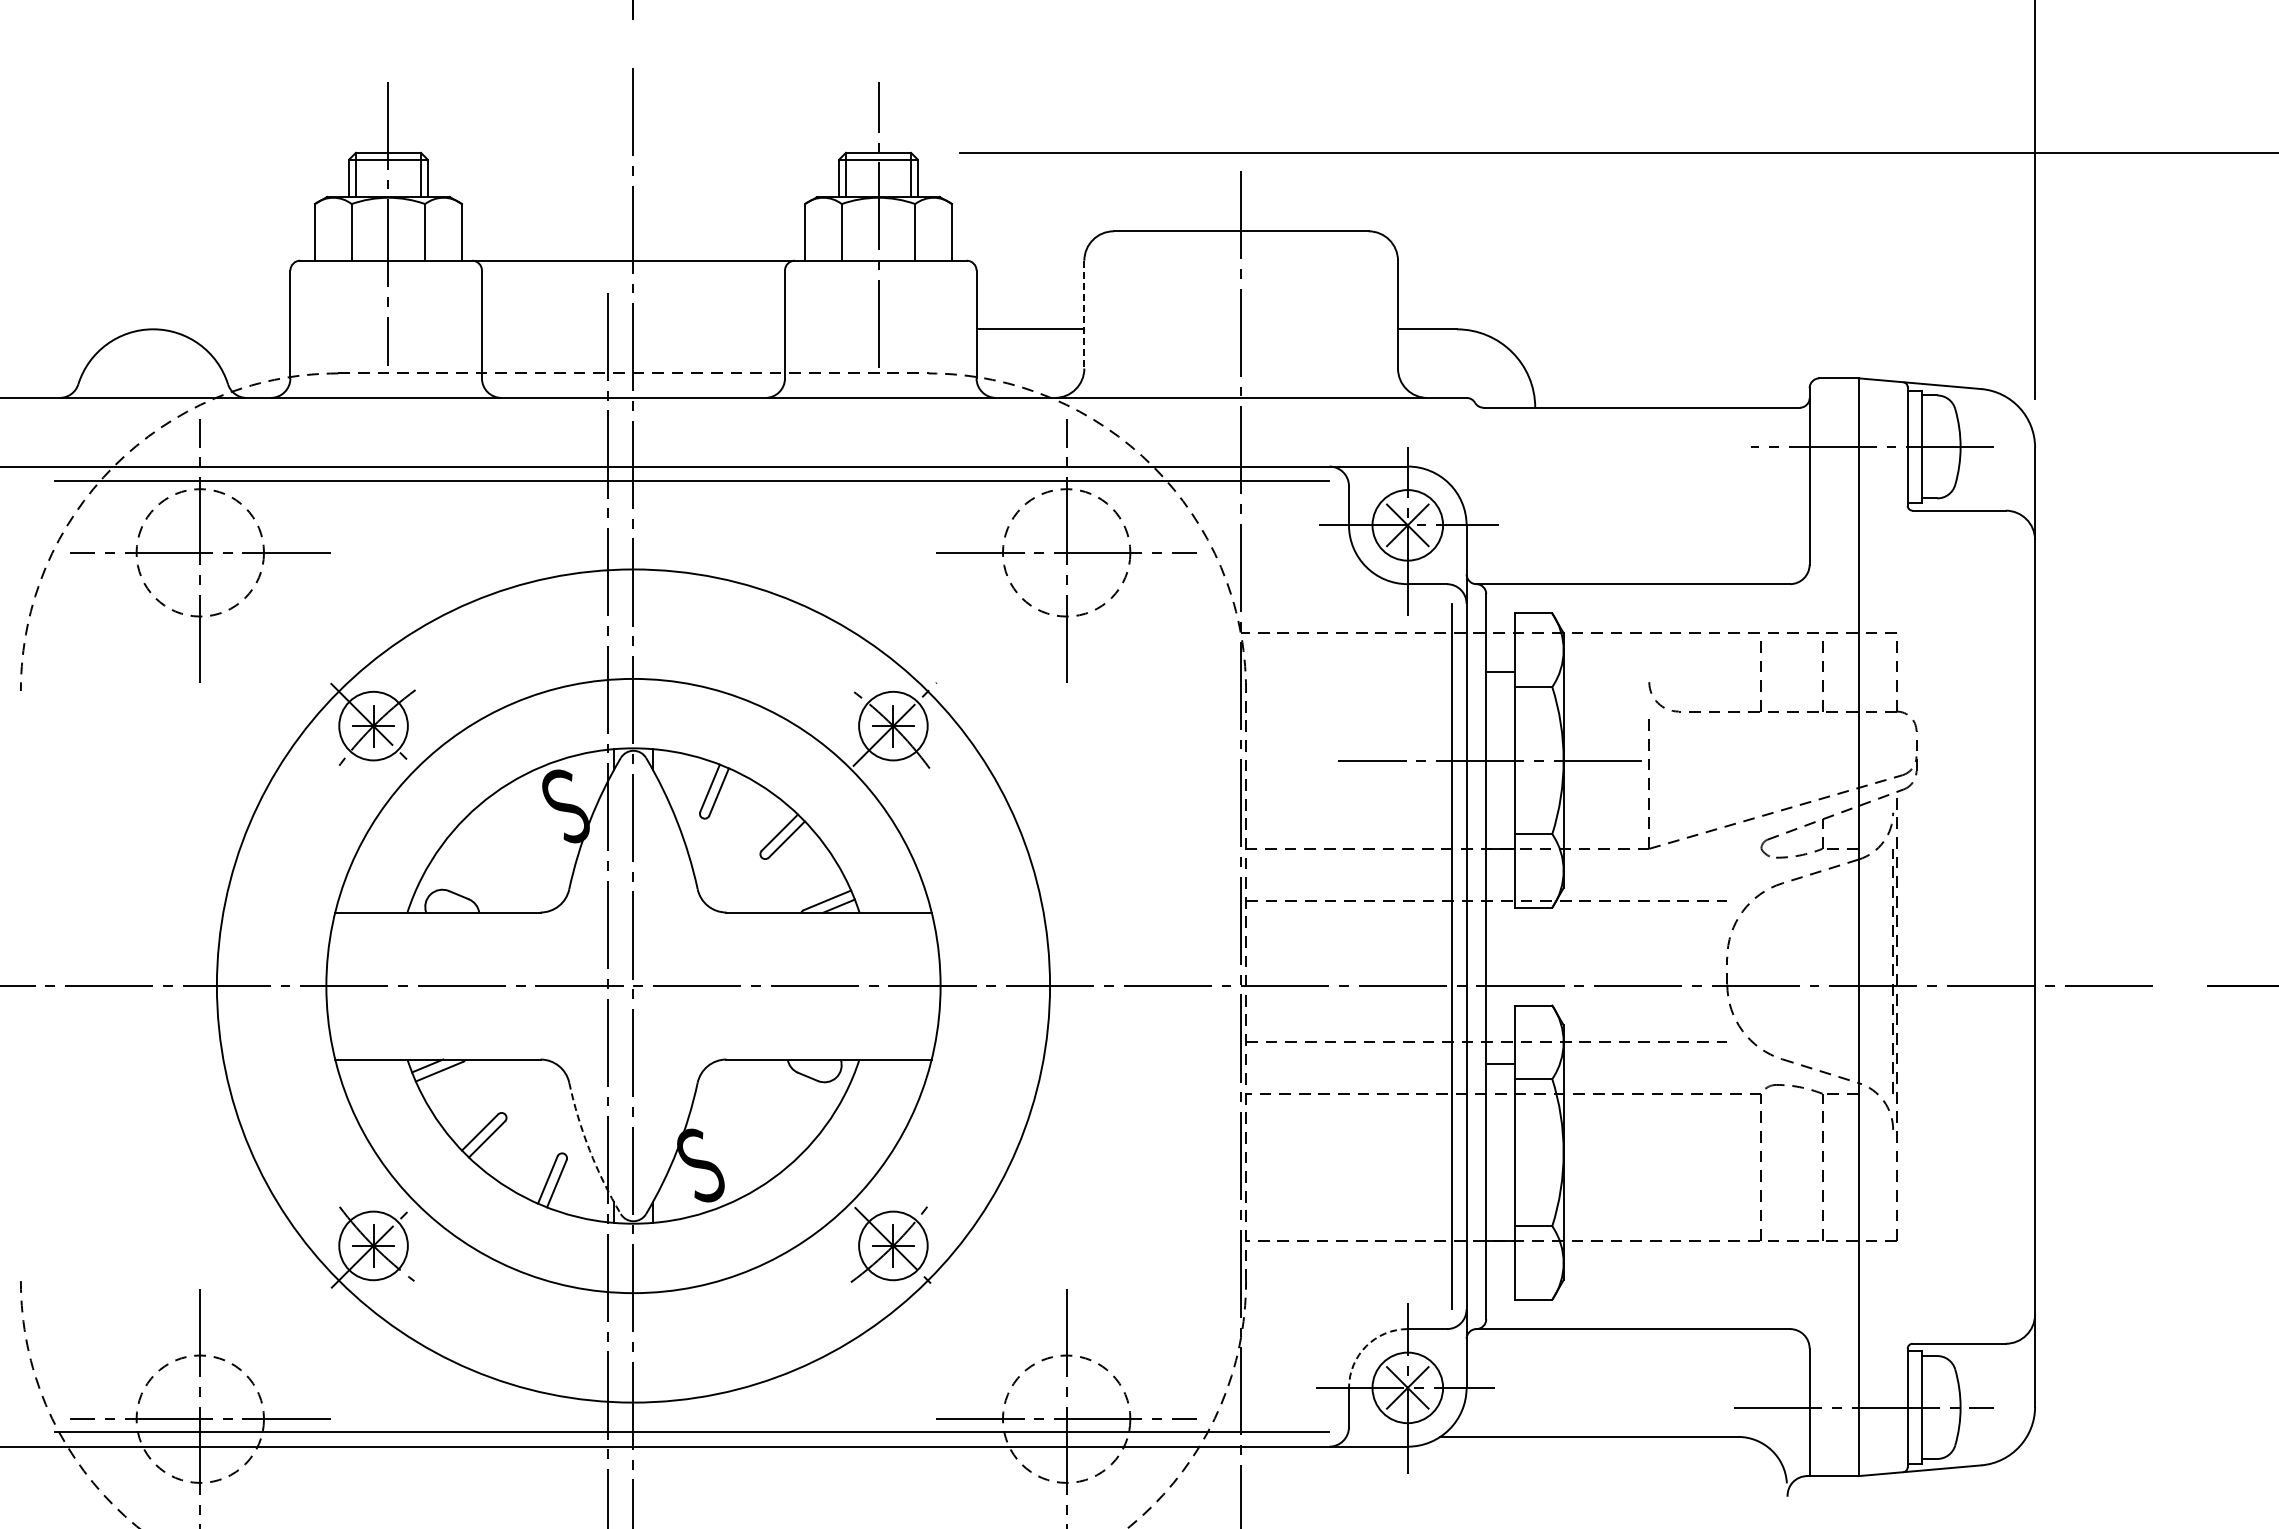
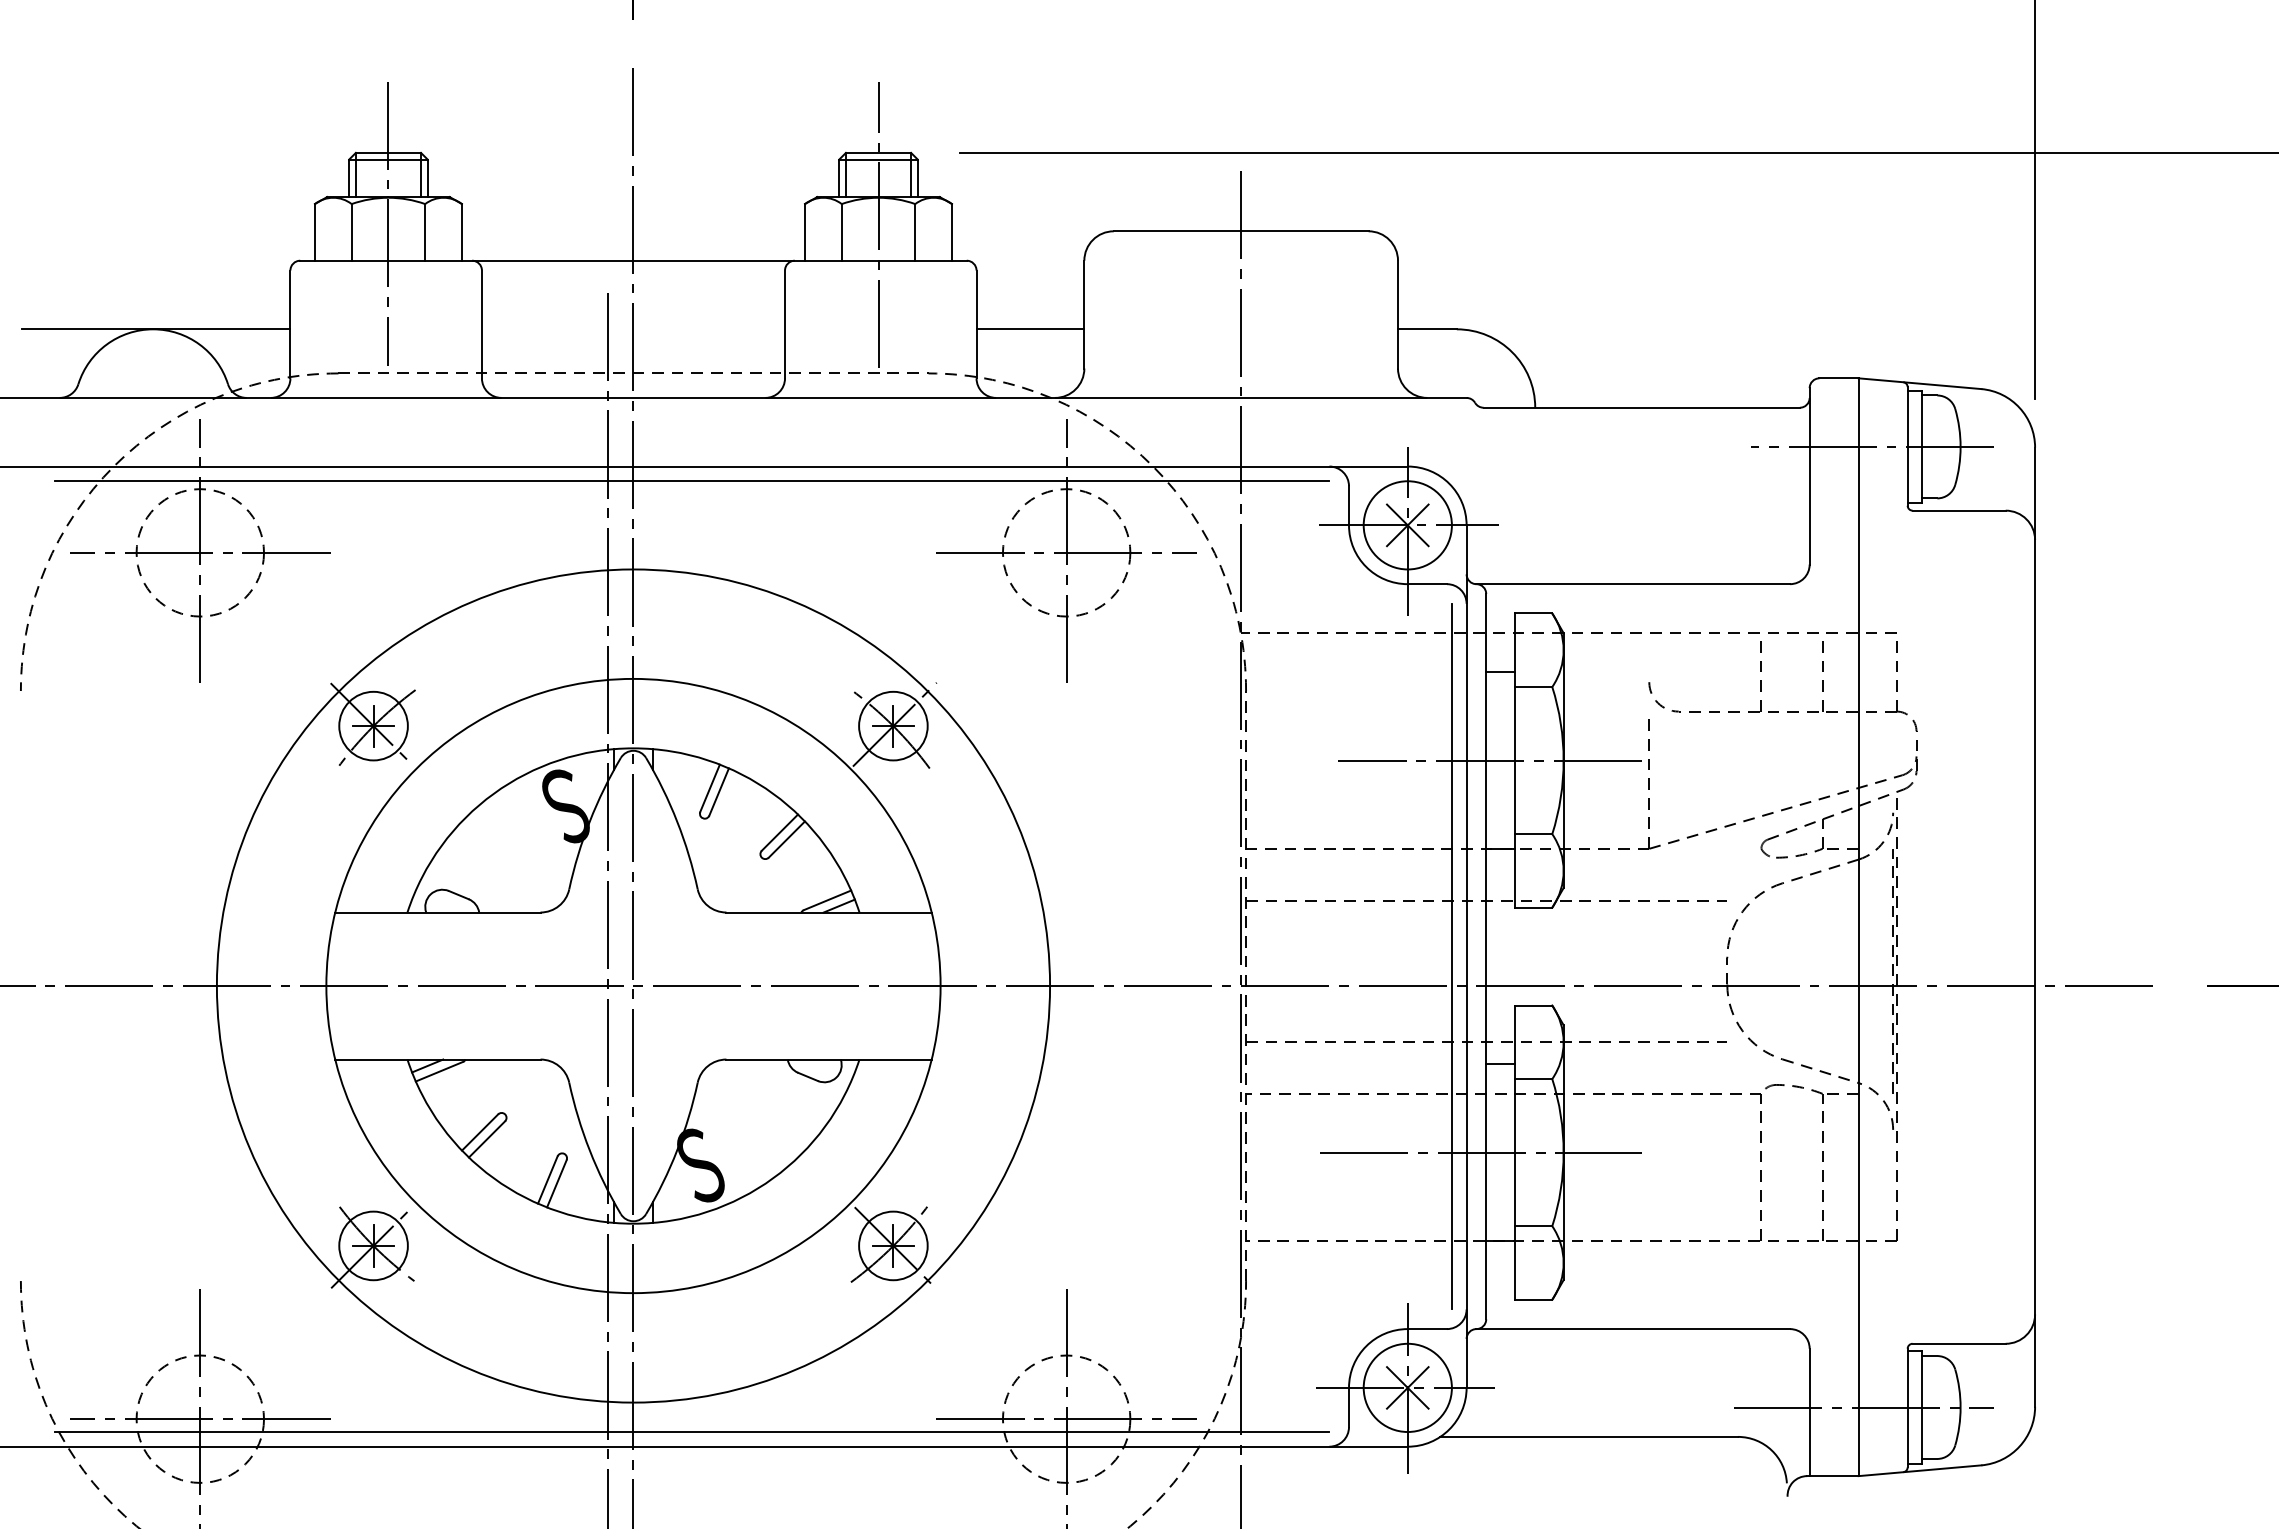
line at (1084, 314): dashed -> solid
line at (156, 329): none -> present
circle at (1407, 525) diameter: 71 px -> 88 px
arc at (589, 1150): dashed -> solid
line at (1480, 1152): none -> present
arc at (1366, 1346): dashed -> solid
circle at (1407, 1387) diameter: 71 px -> 88 px
